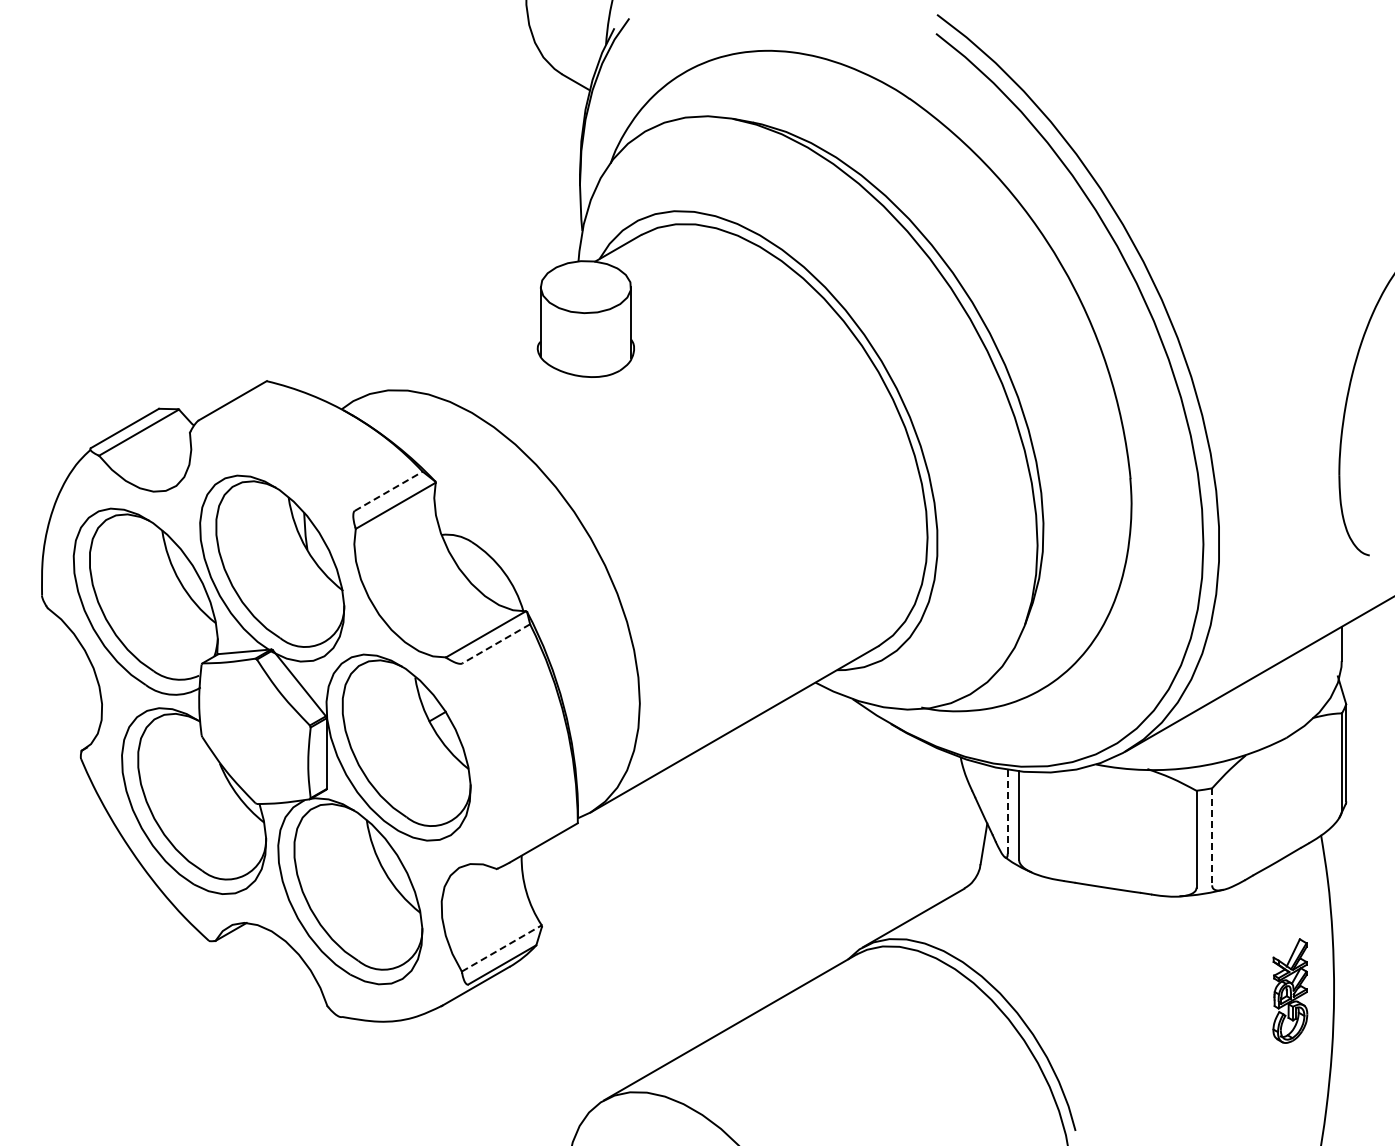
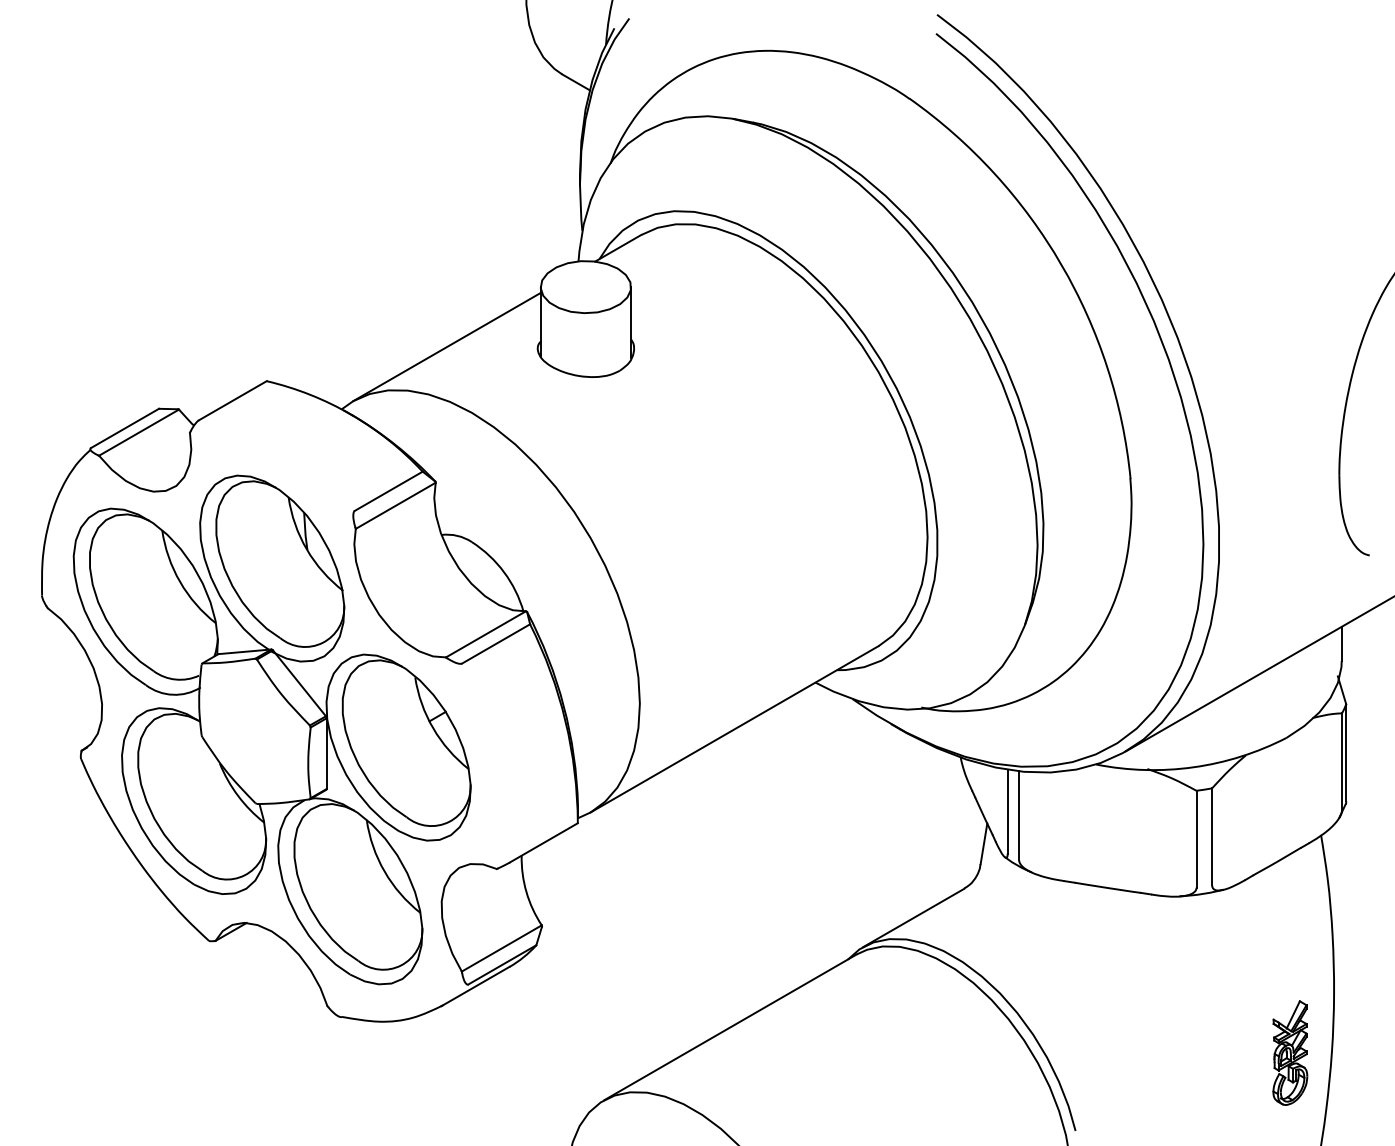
line at (446, 346): none -> present
line at (389, 491): dashed -> solid
line at (495, 644): dashed -> solid
line at (1007, 811): dashed -> solid
line at (1212, 837): dashed -> solid
line at (502, 948): dashed -> solid
part at (1290, 990) position: (1290, 990) -> (1290, 1052)
